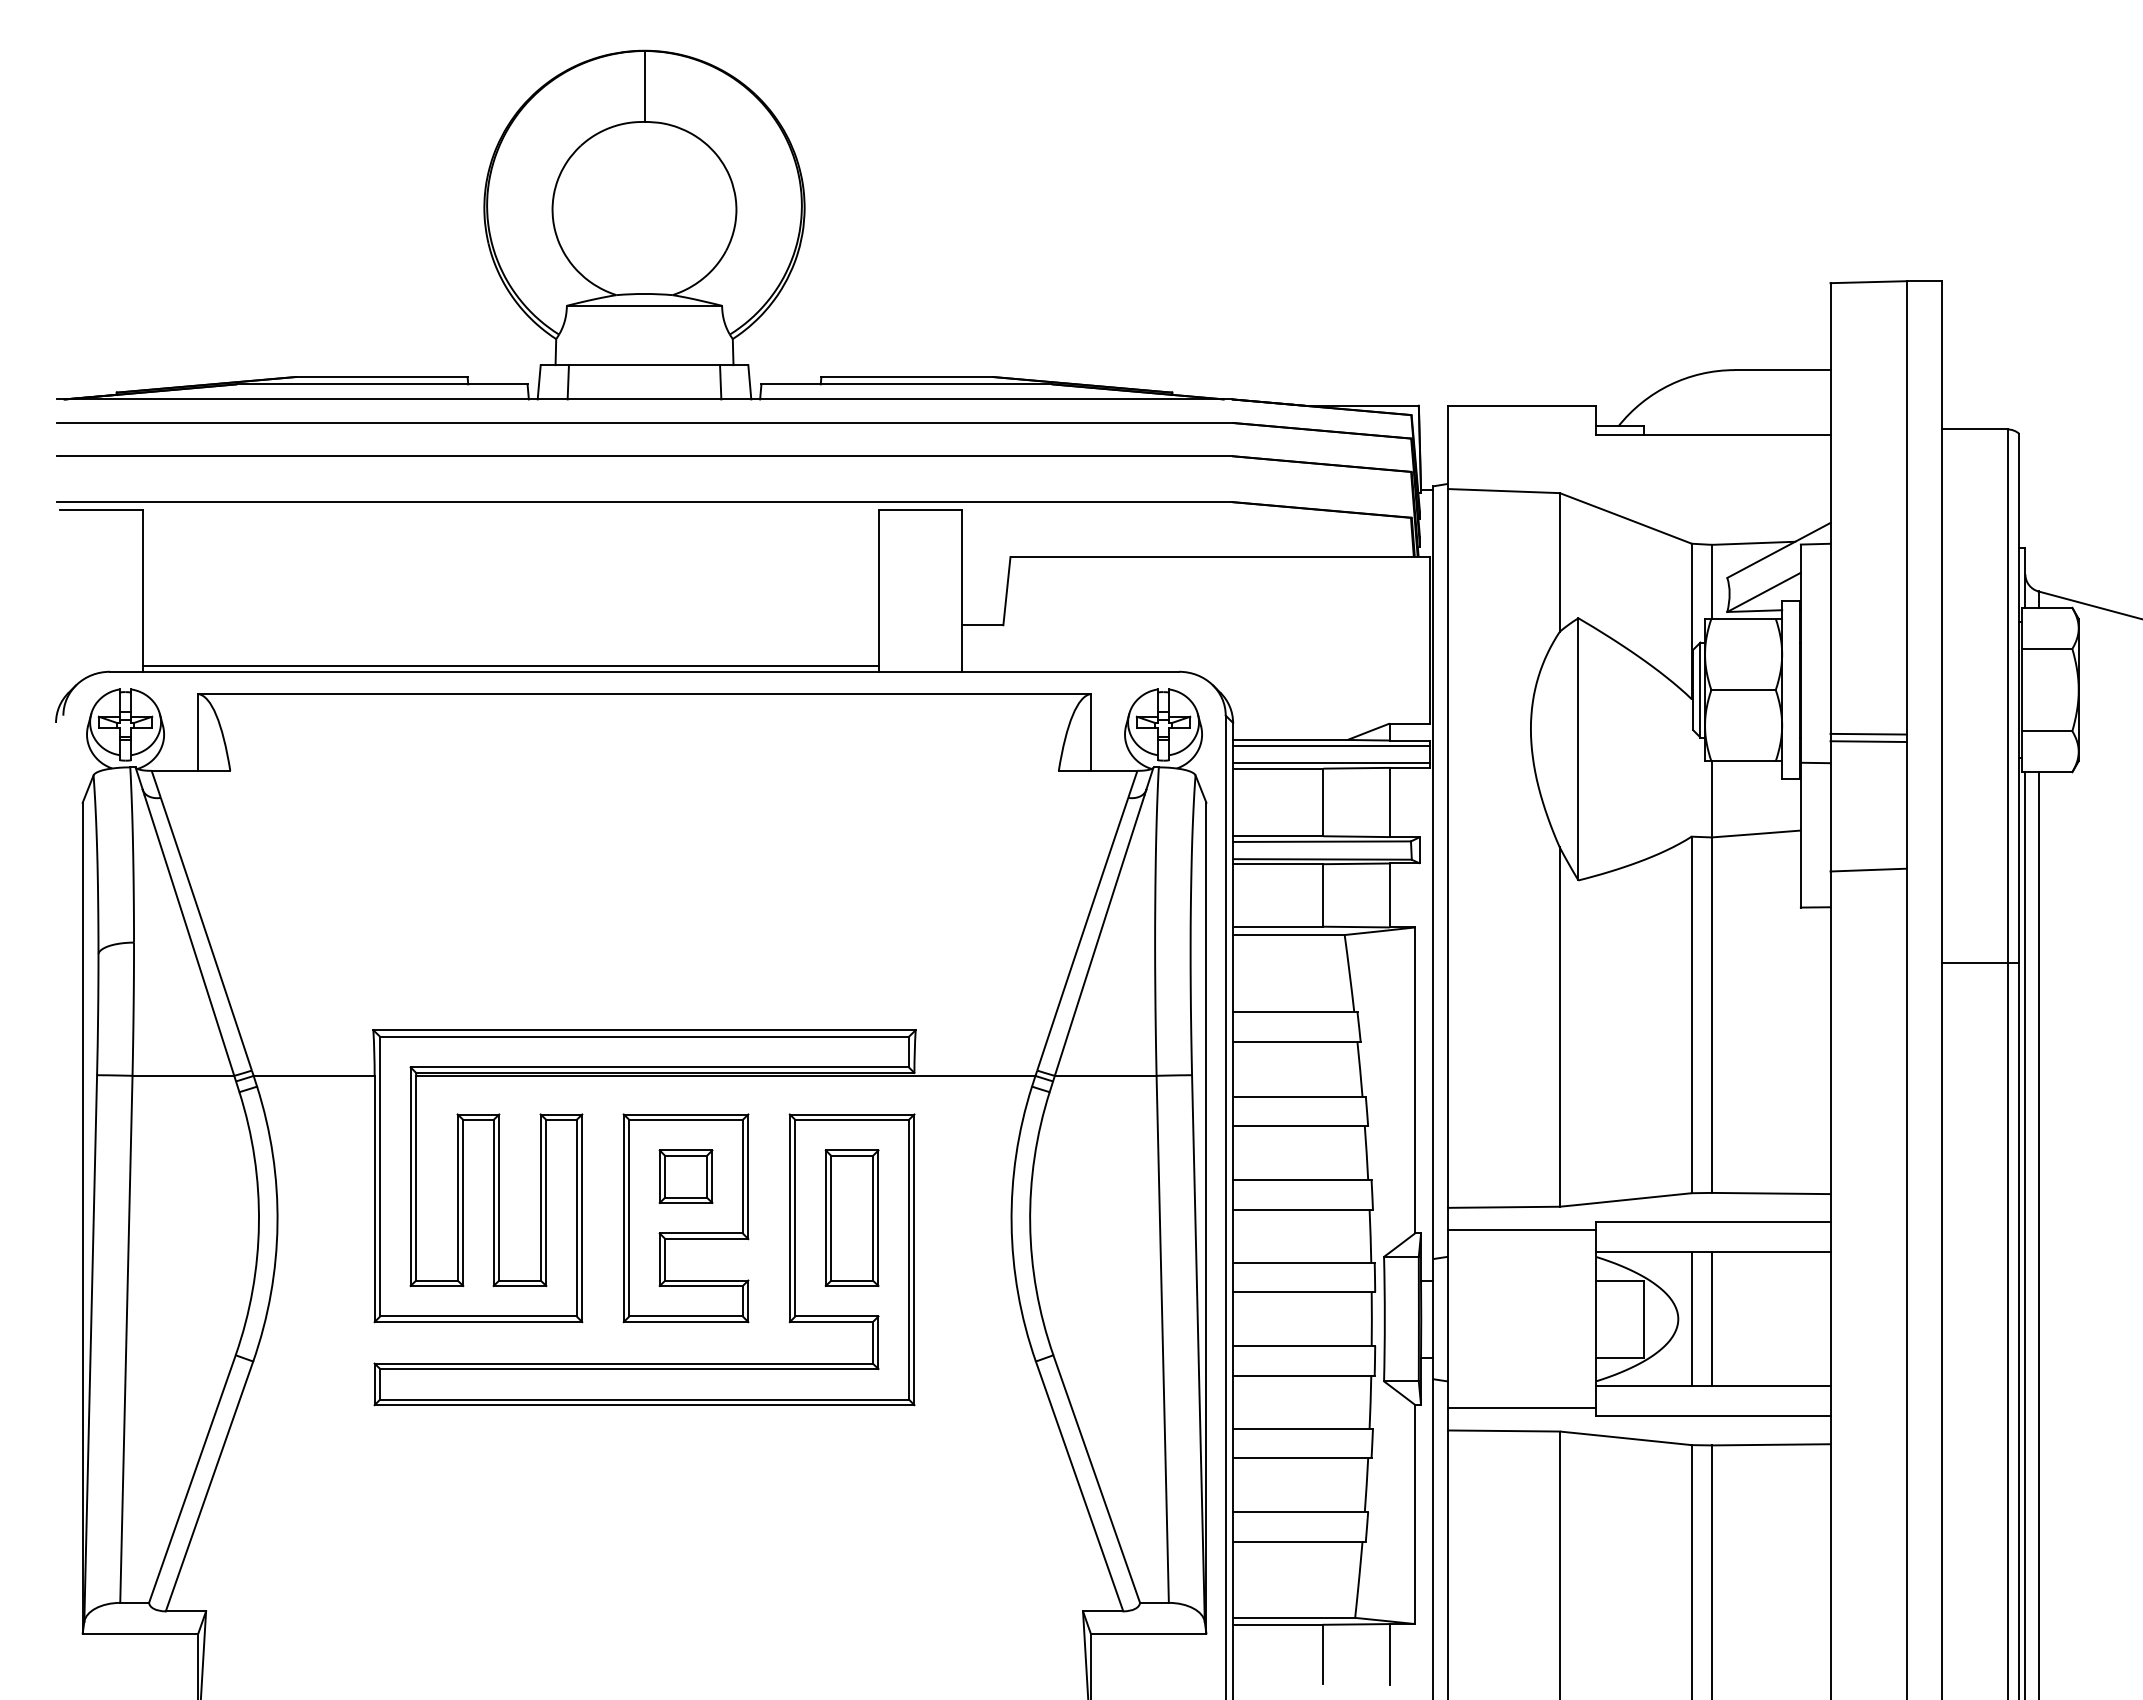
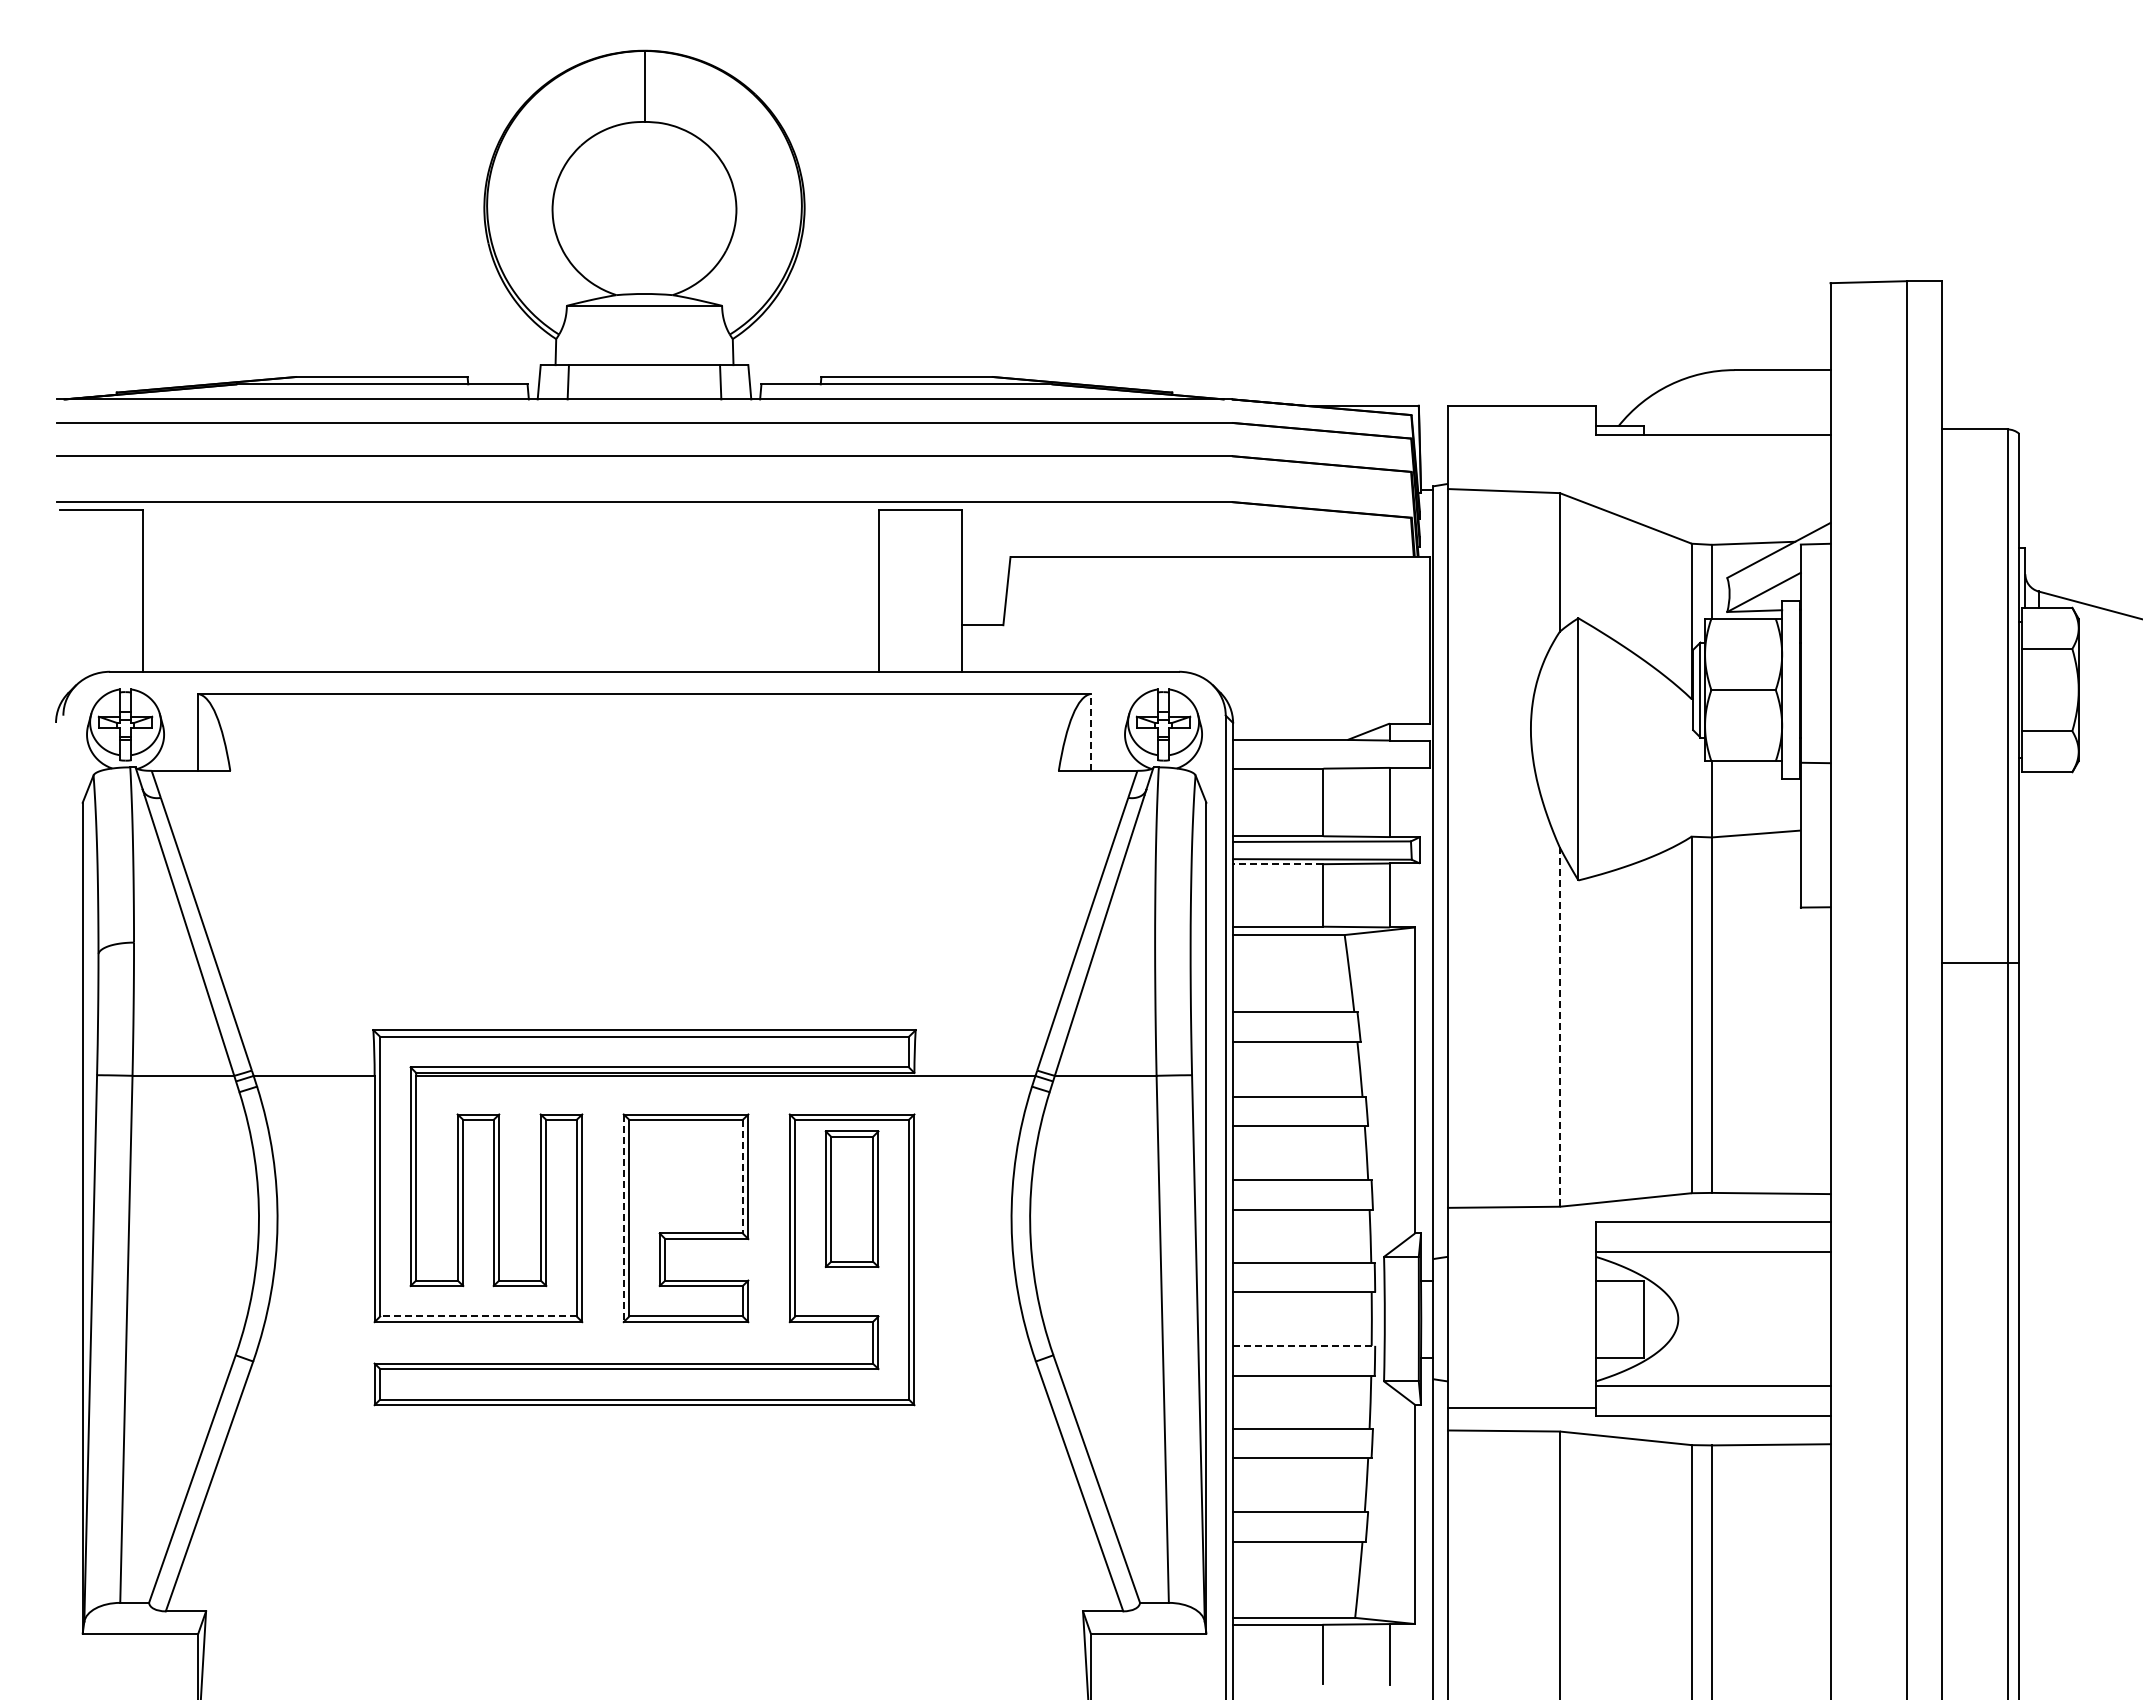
line at (510, 665): present -> none
line at (1090, 731): solid -> dashed
line at (1868, 733): present -> none
line at (1868, 741): present -> none
line at (1331, 746): present -> none
line at (1331, 762): present -> none
line at (1277, 864): solid -> dashed
line at (1868, 869): present -> none
line at (1559, 1027): solid -> dashed
part at (685, 1176): present -> none
line at (742, 1176): solid -> dashed
part at (851, 1217) position: (851, 1217) -> (851, 1198)
line at (623, 1218): solid -> dashed
line at (1521, 1230): present -> none
line at (2025, 1234): present -> none
line at (2038, 1234): present -> none
line at (477, 1316): solid -> dashed
line at (1691, 1318): present -> none
line at (1711, 1318): present -> none
line at (1304, 1345): solid -> dashed
